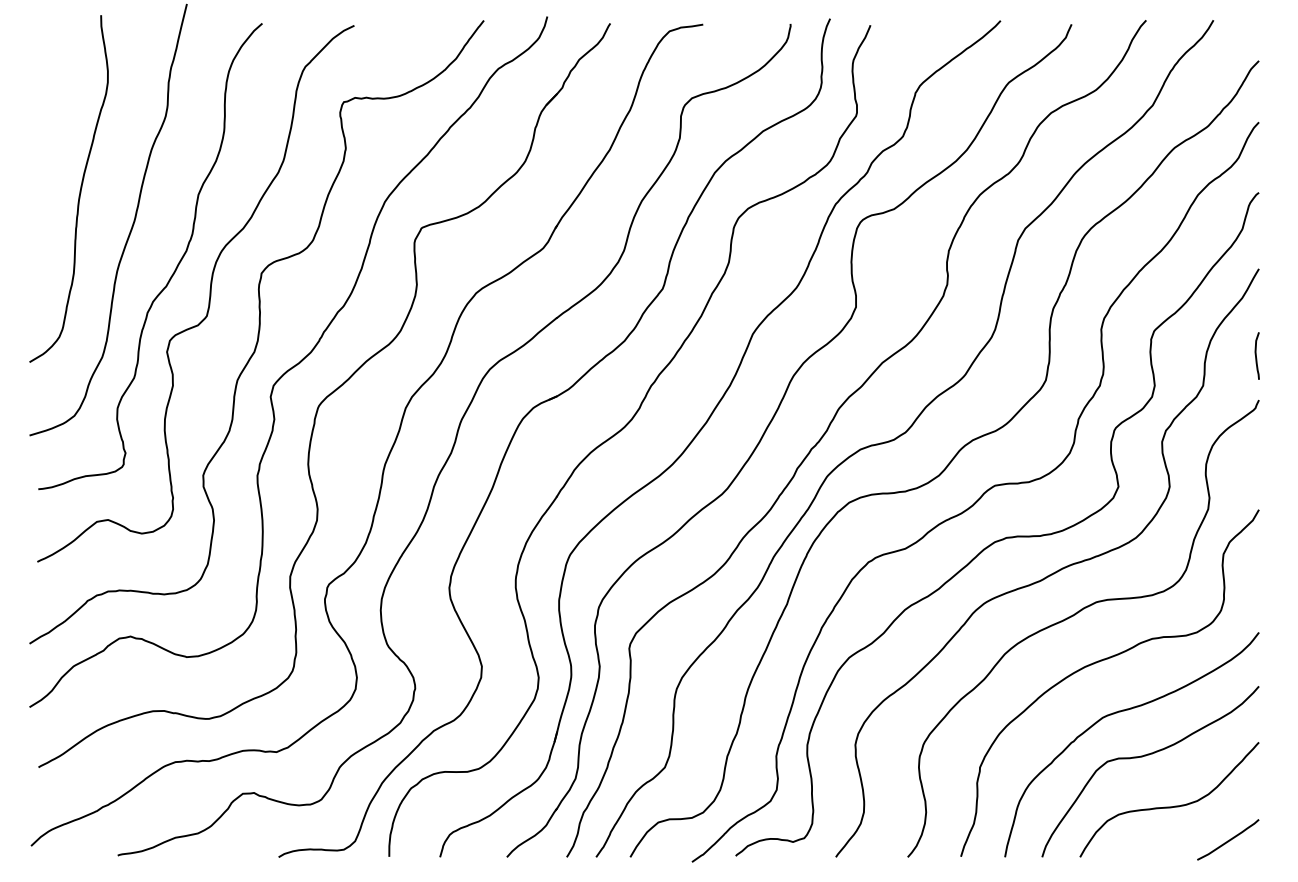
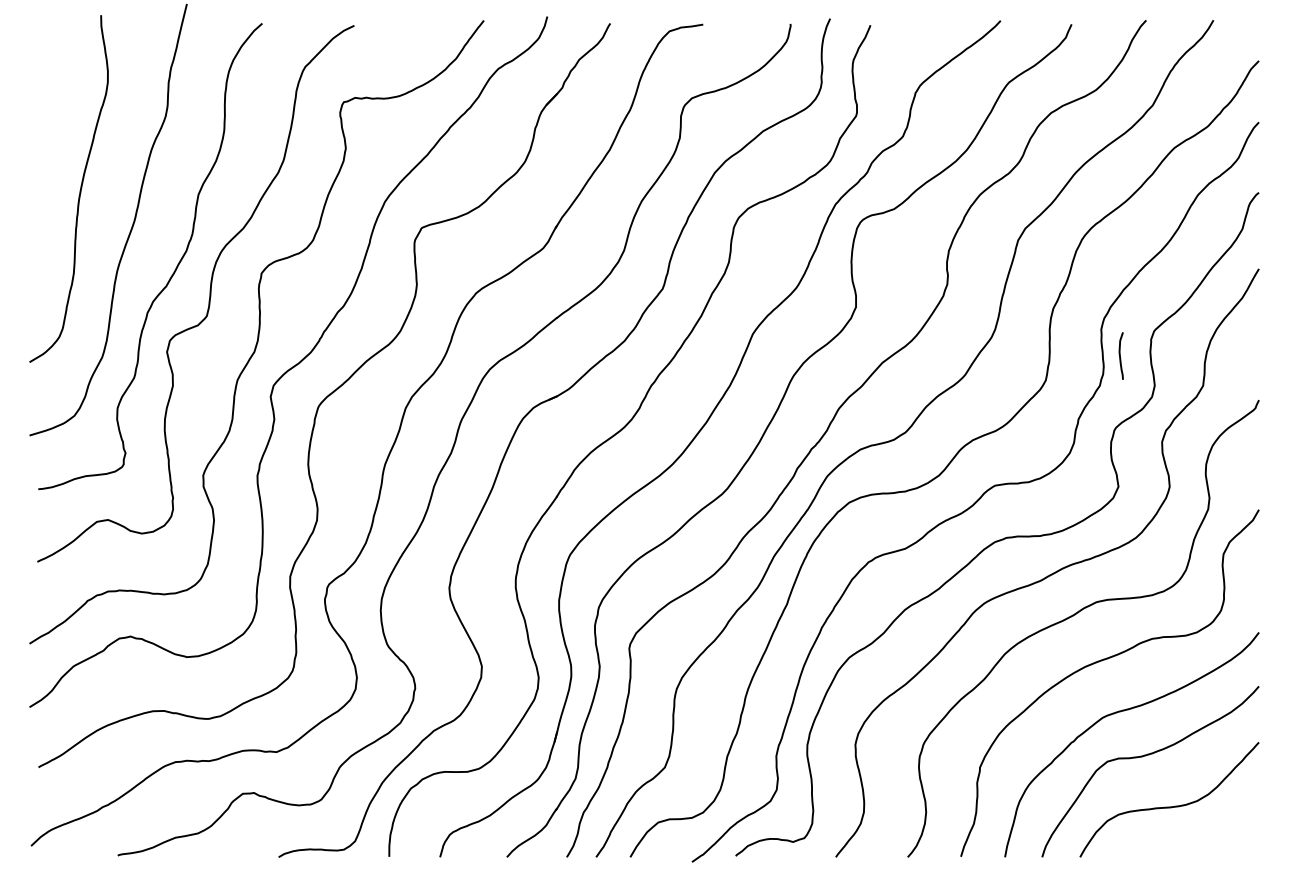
curve at (1256, 355) position: (1256, 355) -> (1120, 355)
curve at (1229, 839): present -> none
